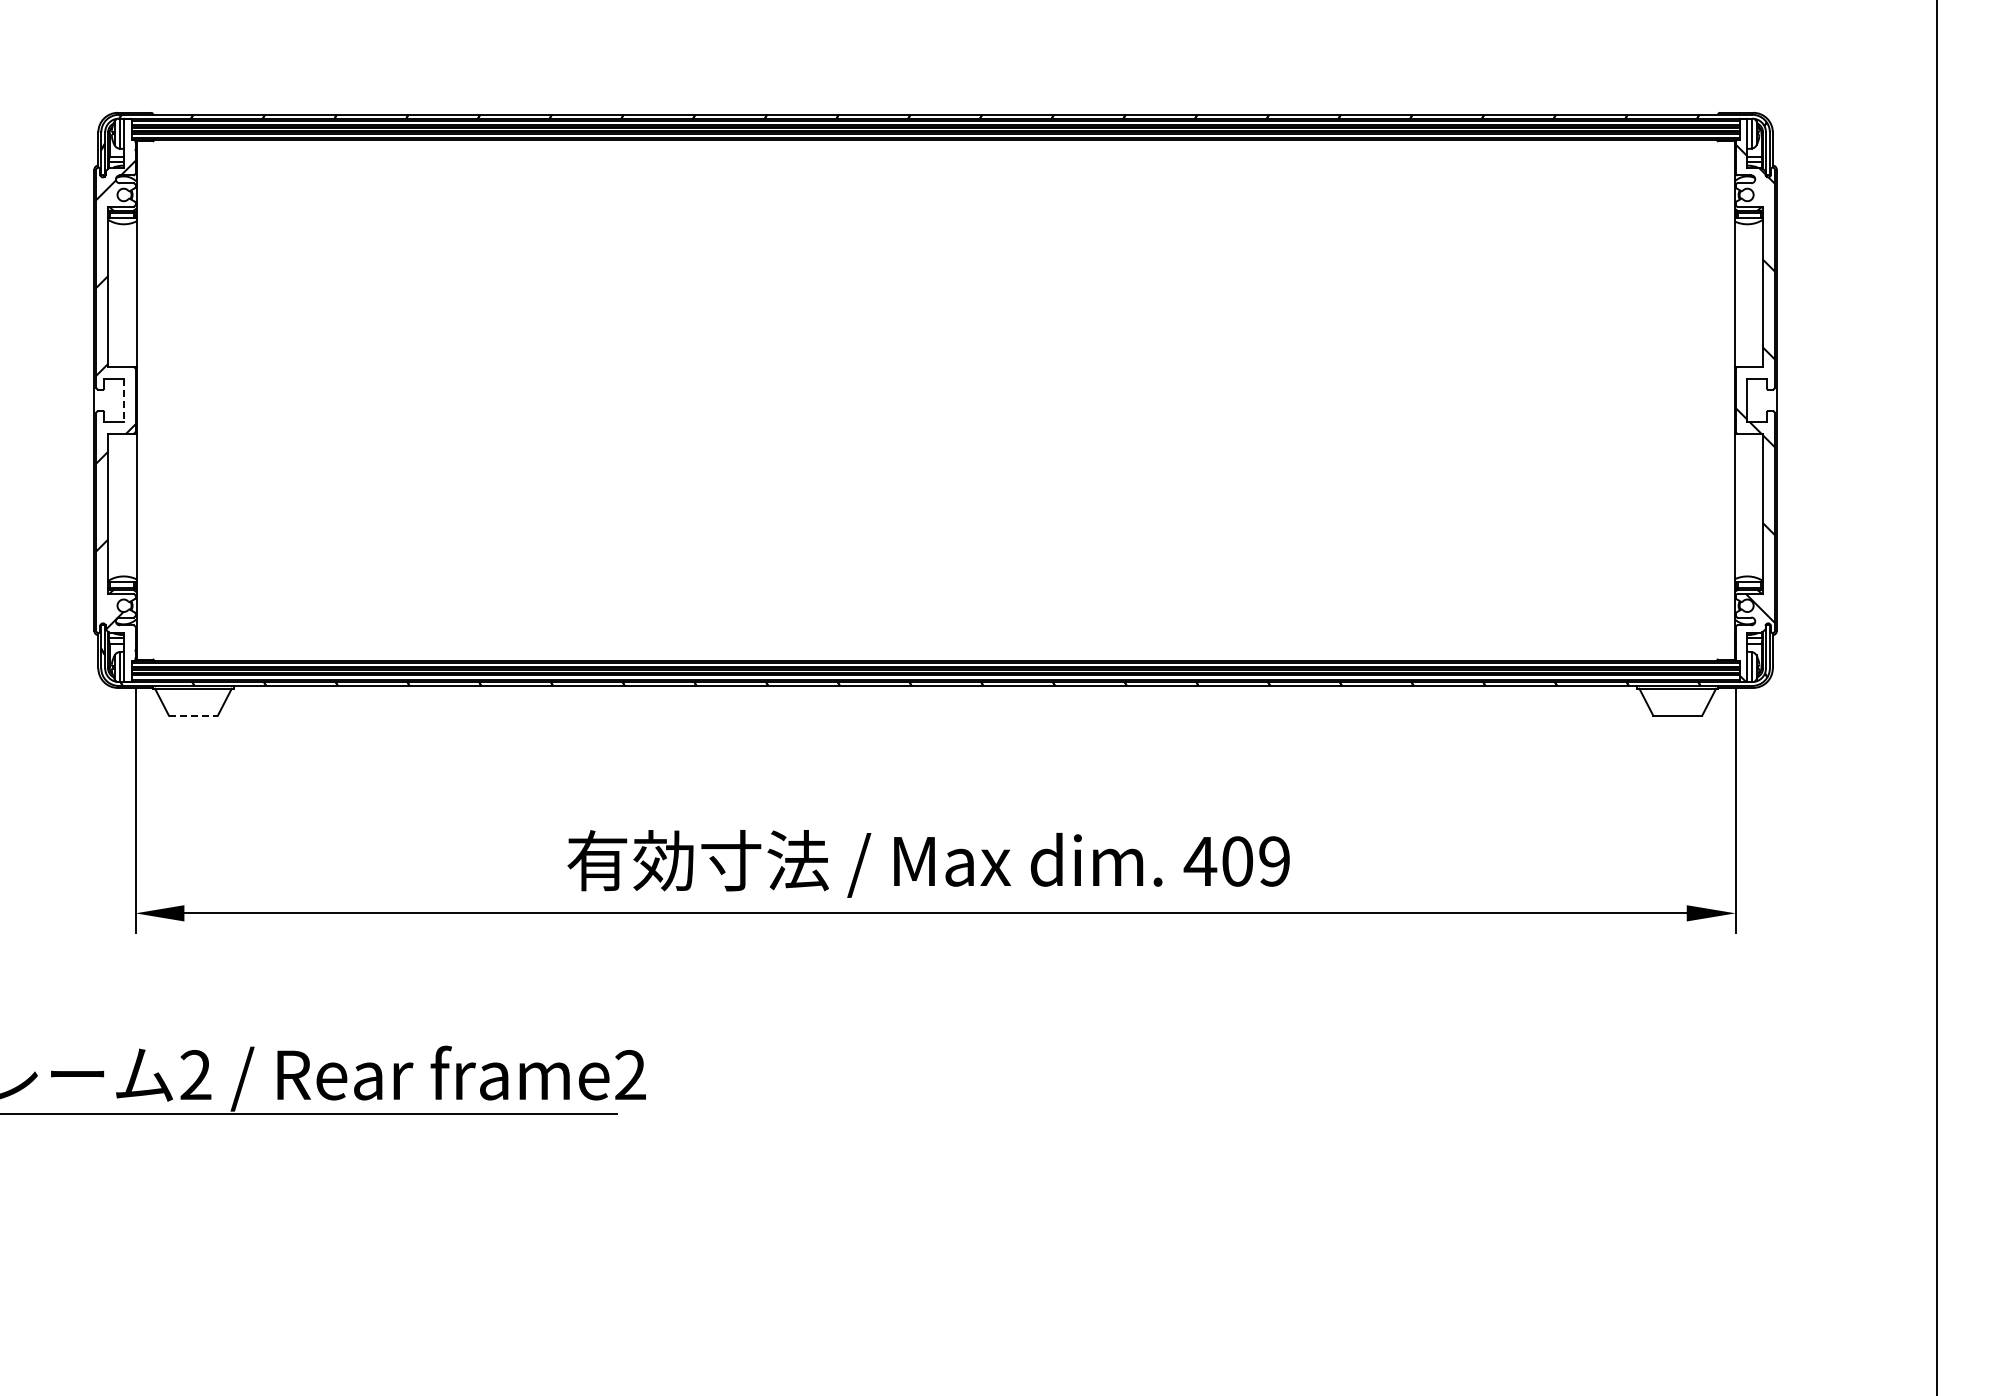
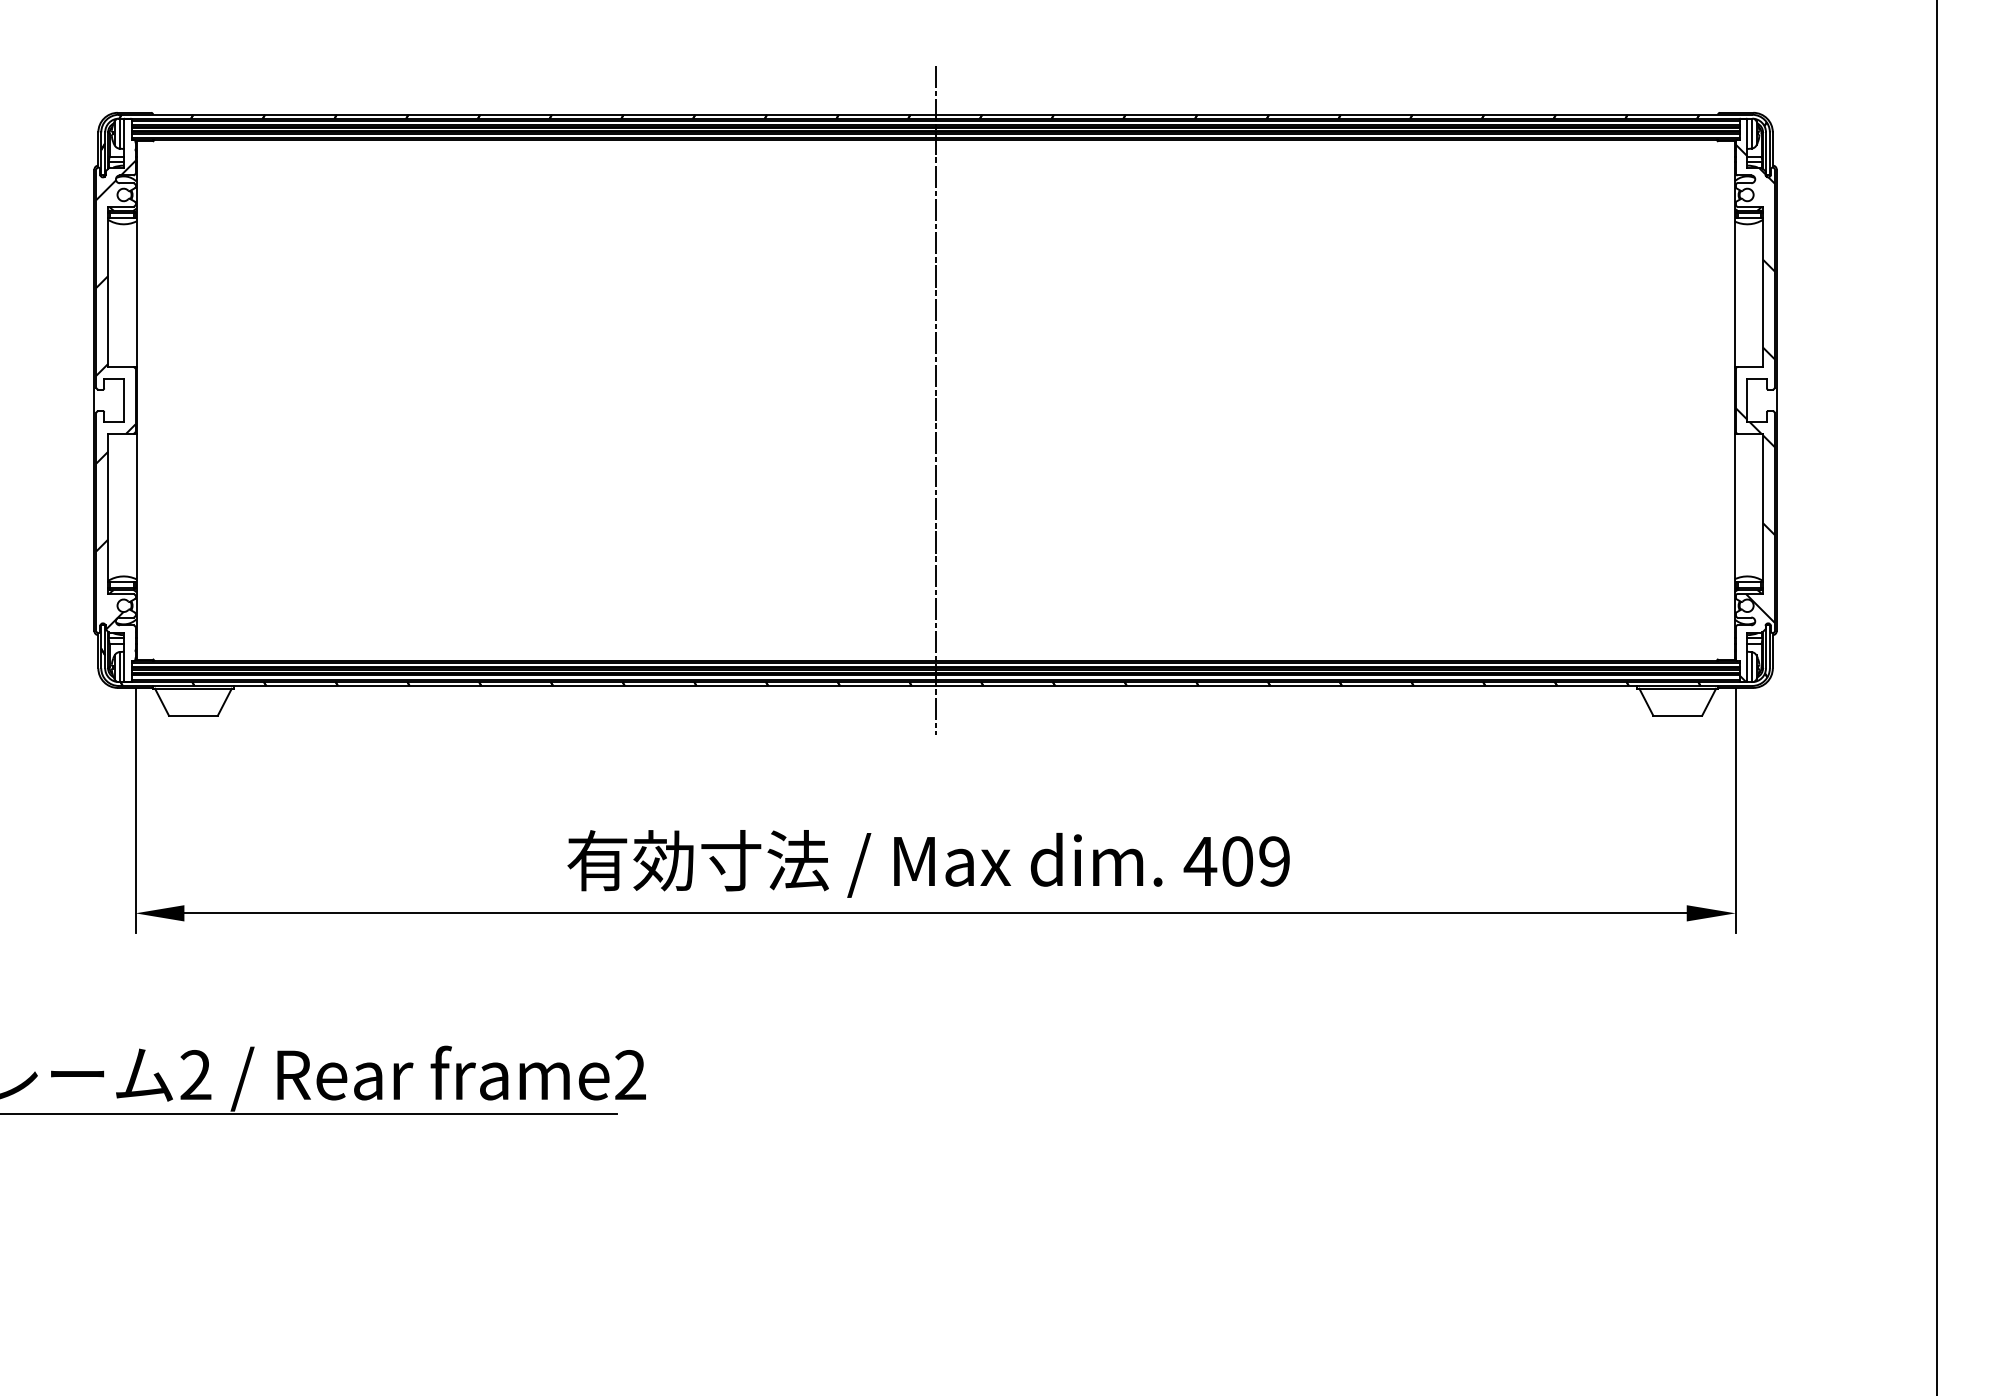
line at (935, 399): none -> present
line at (123, 400): dashed -> solid
line at (193, 715): dashed -> solid
